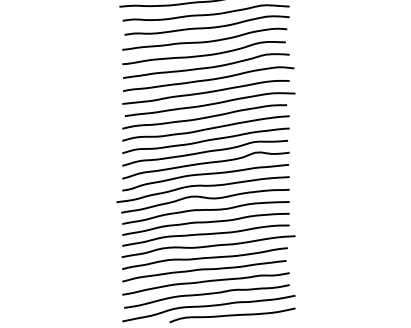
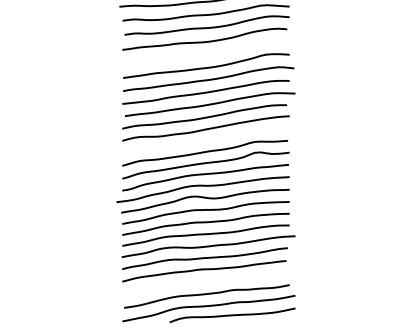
curve at (203, 54): present -> none
curve at (205, 140): present -> none
curve at (205, 282): present -> none
